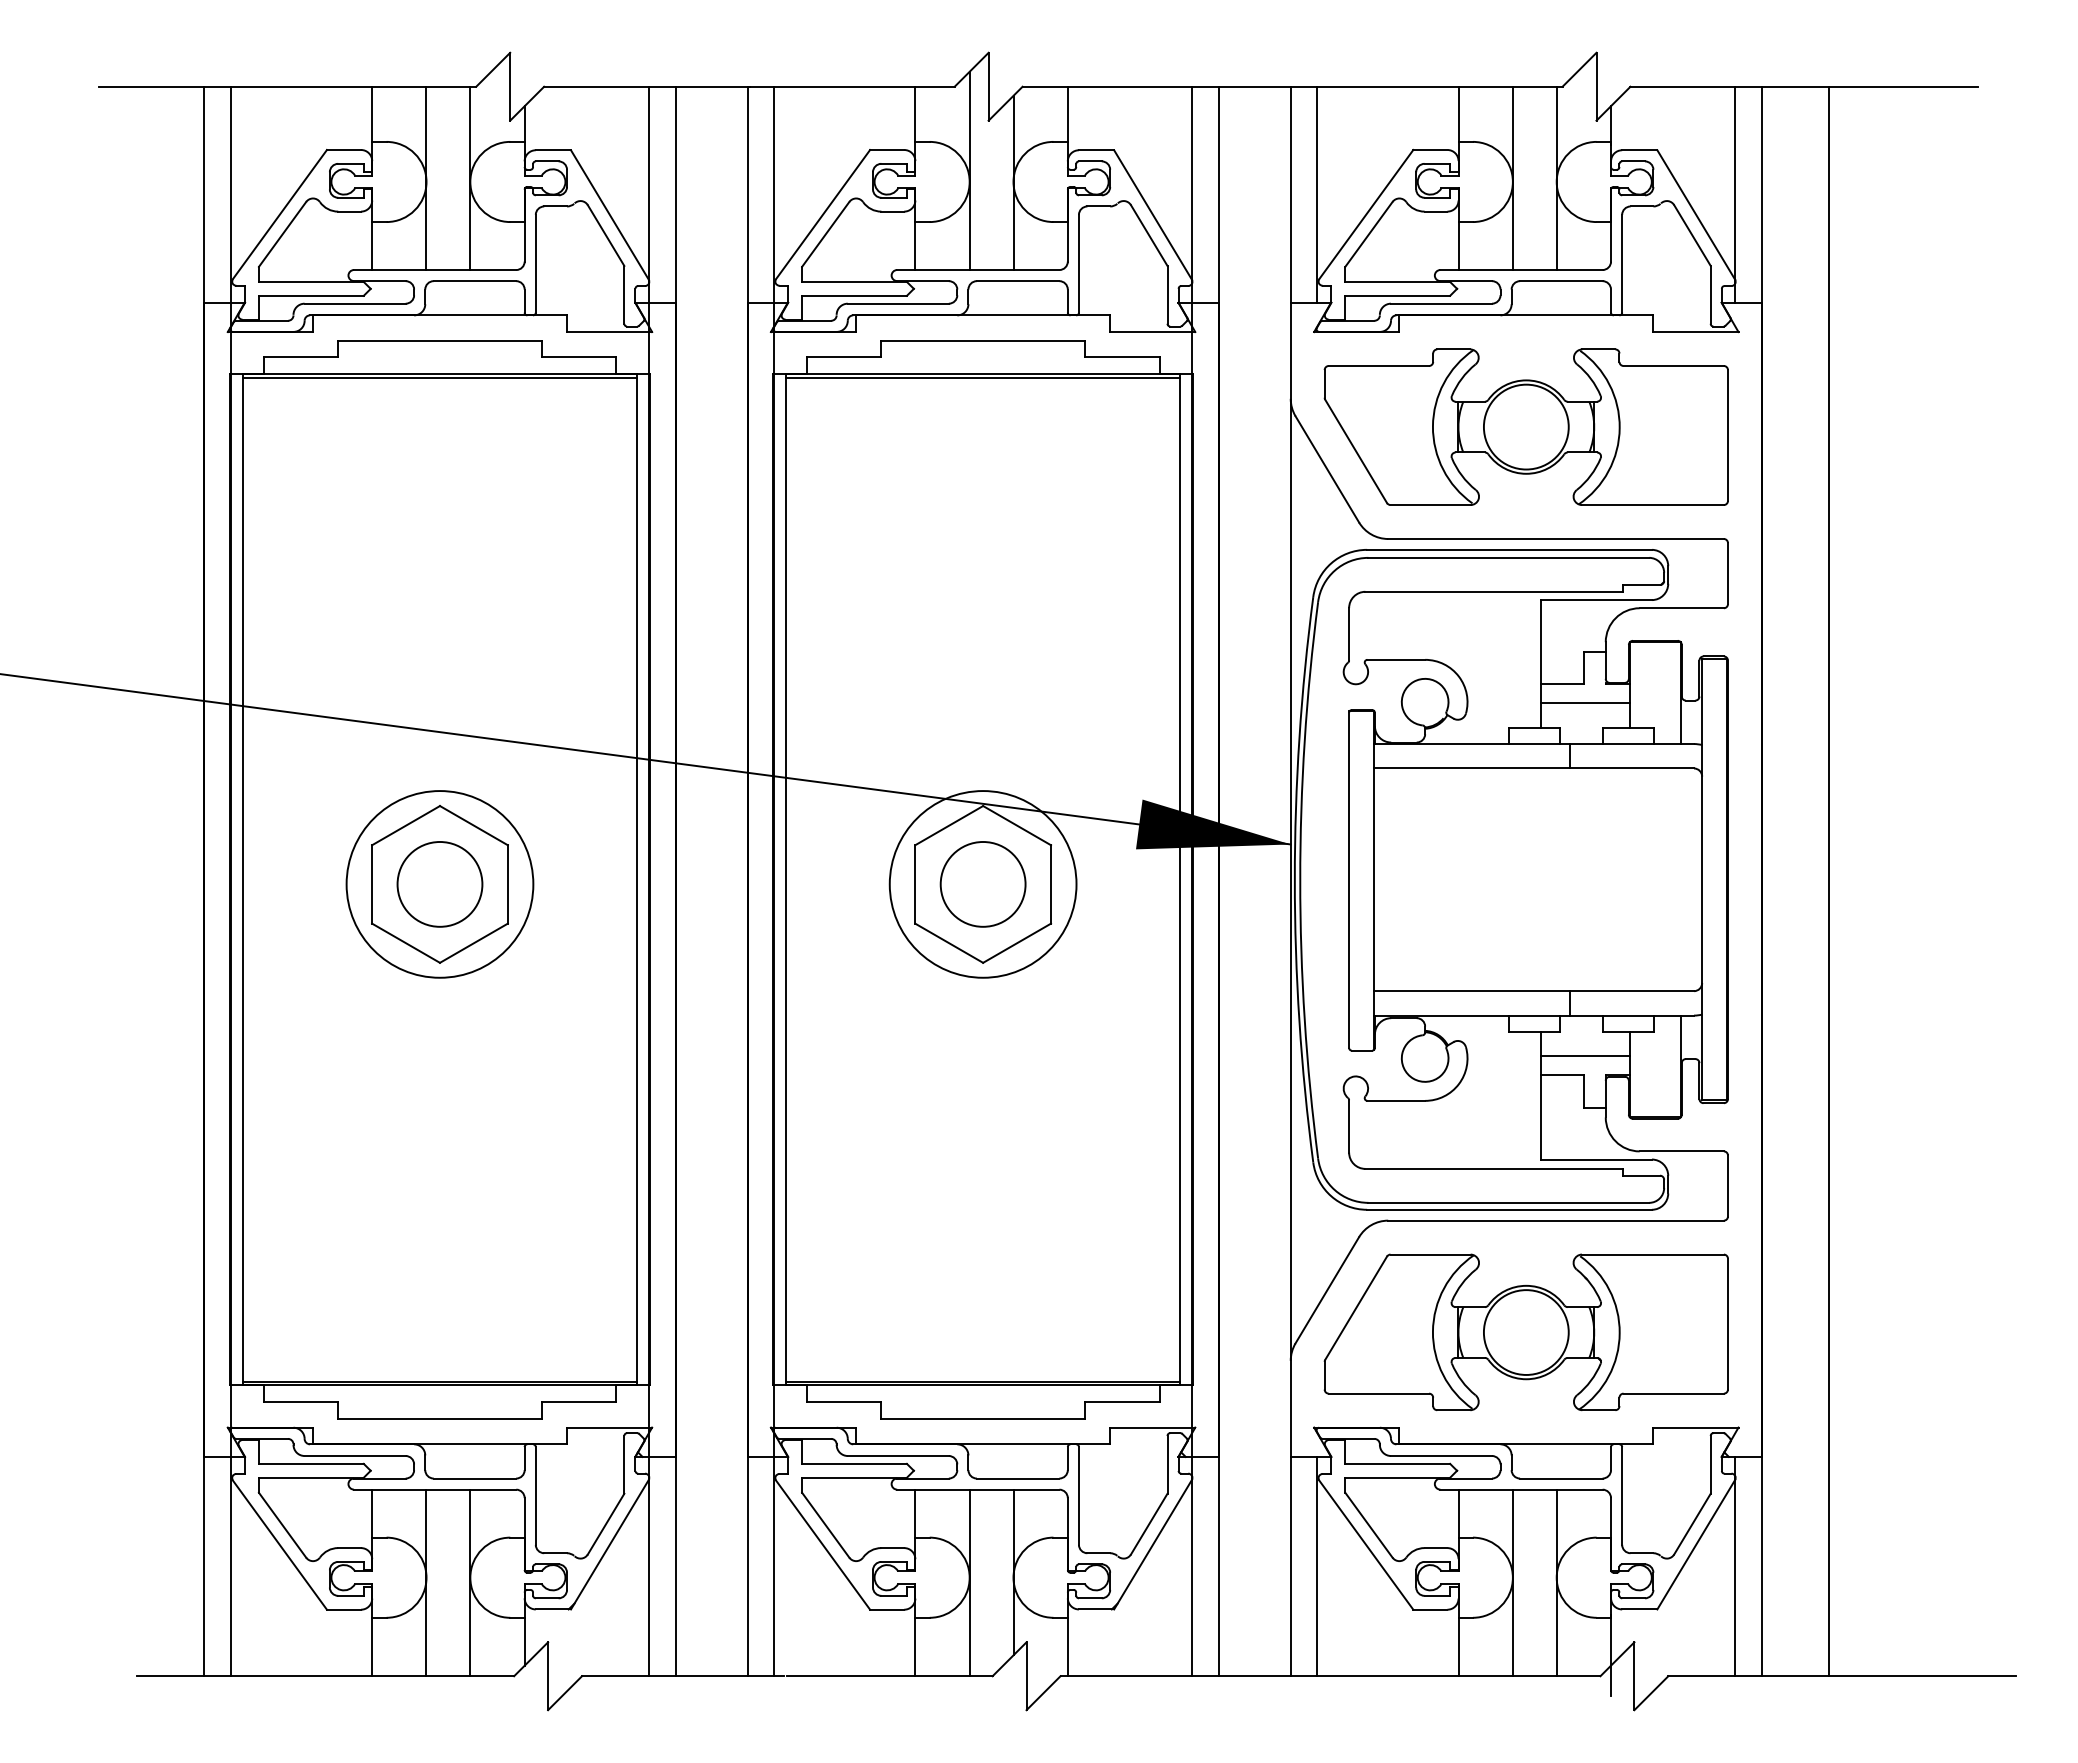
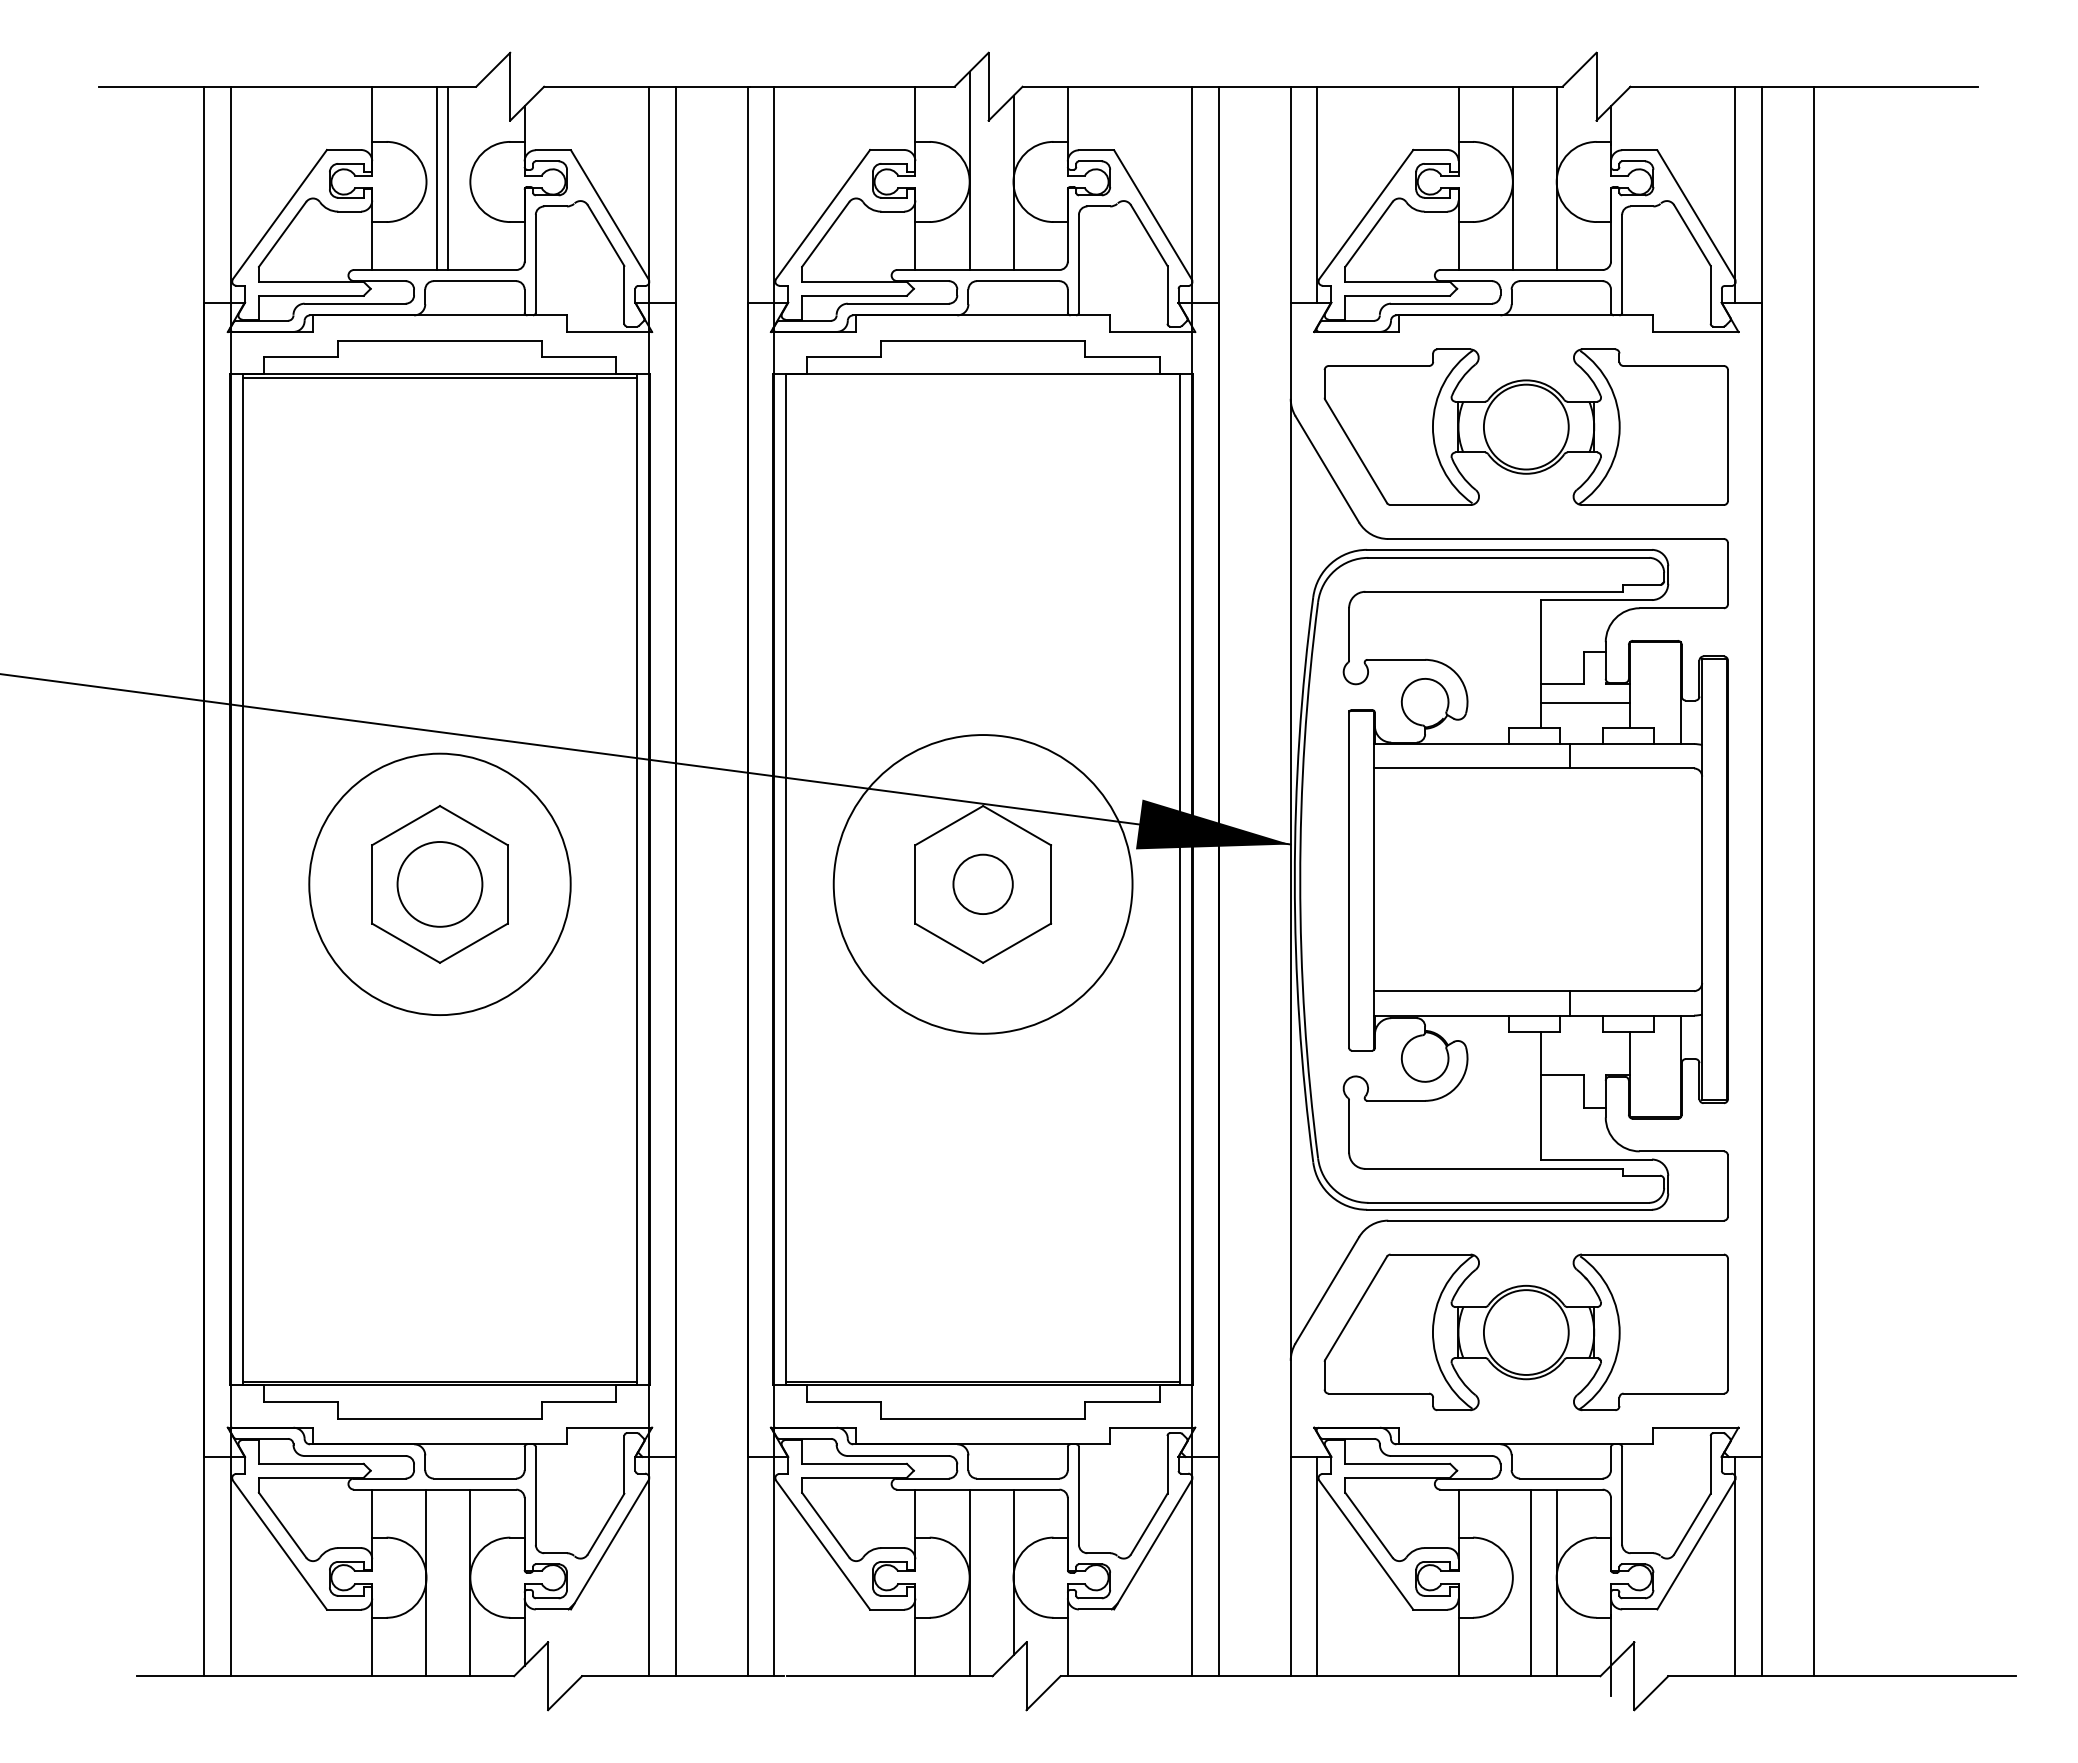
line at (426, 178) position: (426, 178) -> (448, 178)
line at (470, 178) position: (470, 178) -> (437, 178)
line at (983, 378): present -> none
line at (1829, 881) position: (1829, 881) -> (1814, 881)
circle at (439, 884) diameter: 187 px -> 261 px
circle at (982, 884) diameter: 187 px -> 299 px
circle at (982, 884) diameter: 85 px -> 59 px
line at (1584, 1056): present -> none
line at (1512, 1582) position: (1512, 1582) -> (1530, 1582)
